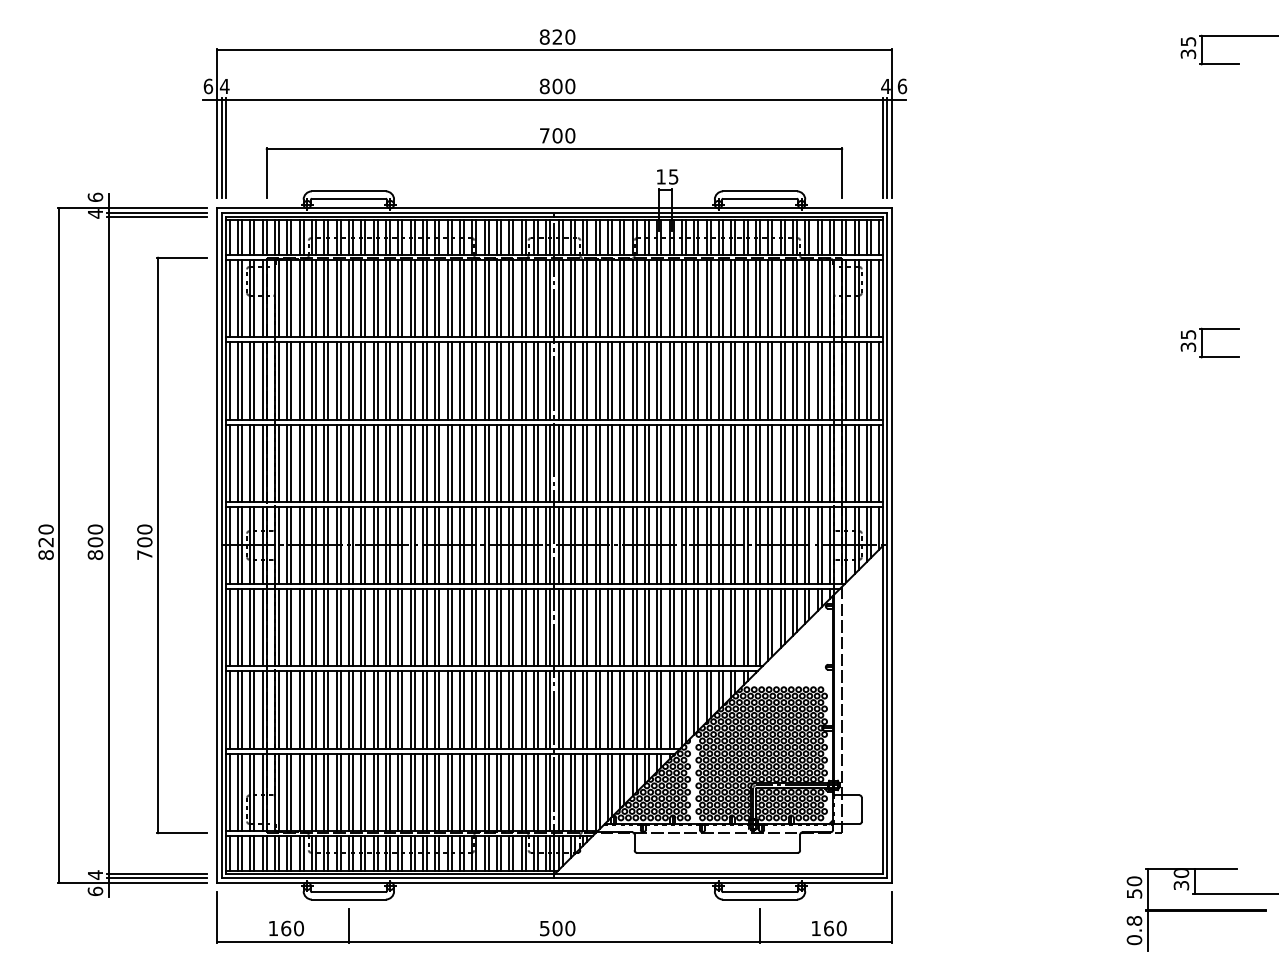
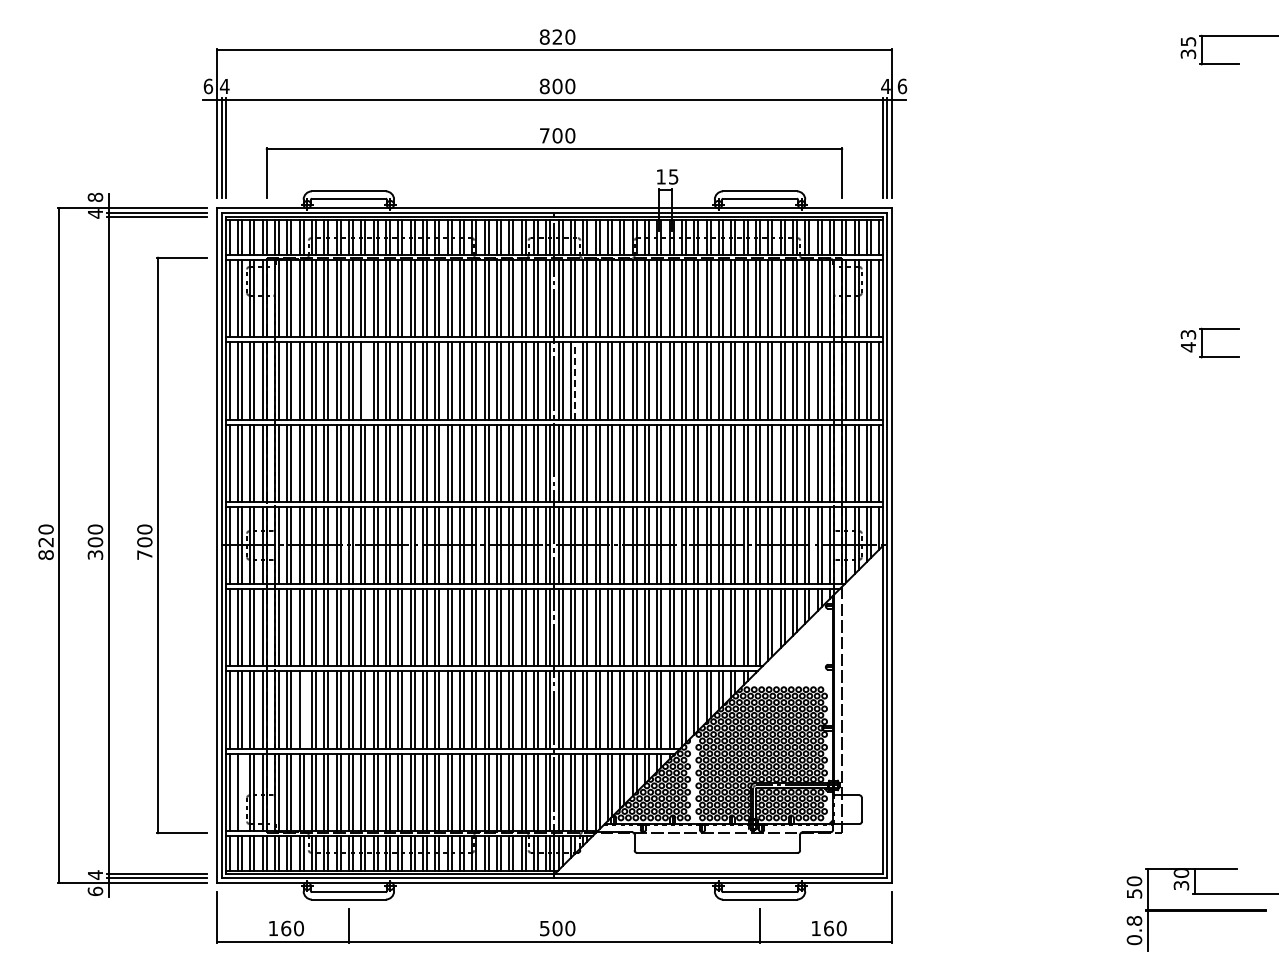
text at (95, 196): 6 -> 8
text at (1188, 341): 35 -> 43
line at (365, 380): present -> none
line at (575, 381): solid -> dashed
text at (95, 554): 800 -> 300
line at (303, 709): present -> none
line at (241, 791): present -> none
